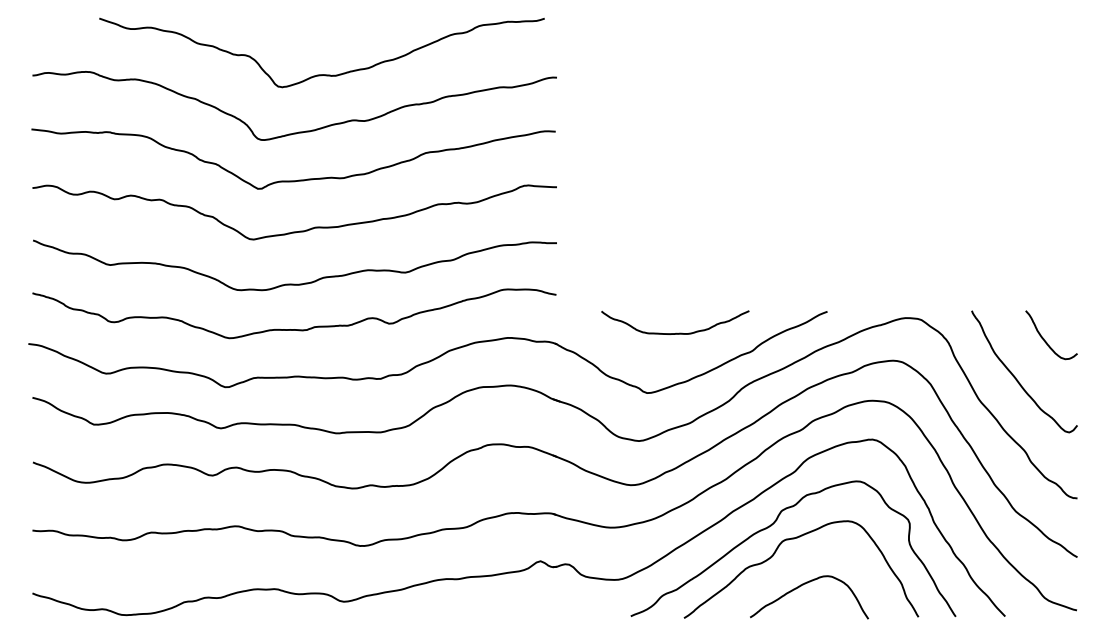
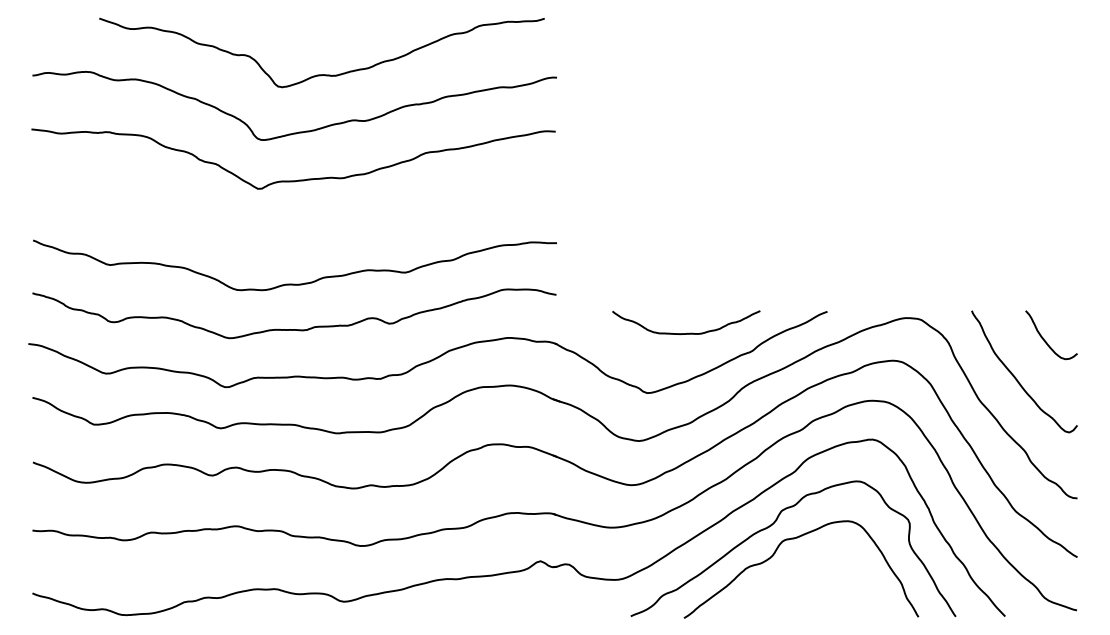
curve at (299, 230): present -> none
curve at (676, 332) position: (676, 332) -> (687, 332)
curve at (803, 585): present -> none
